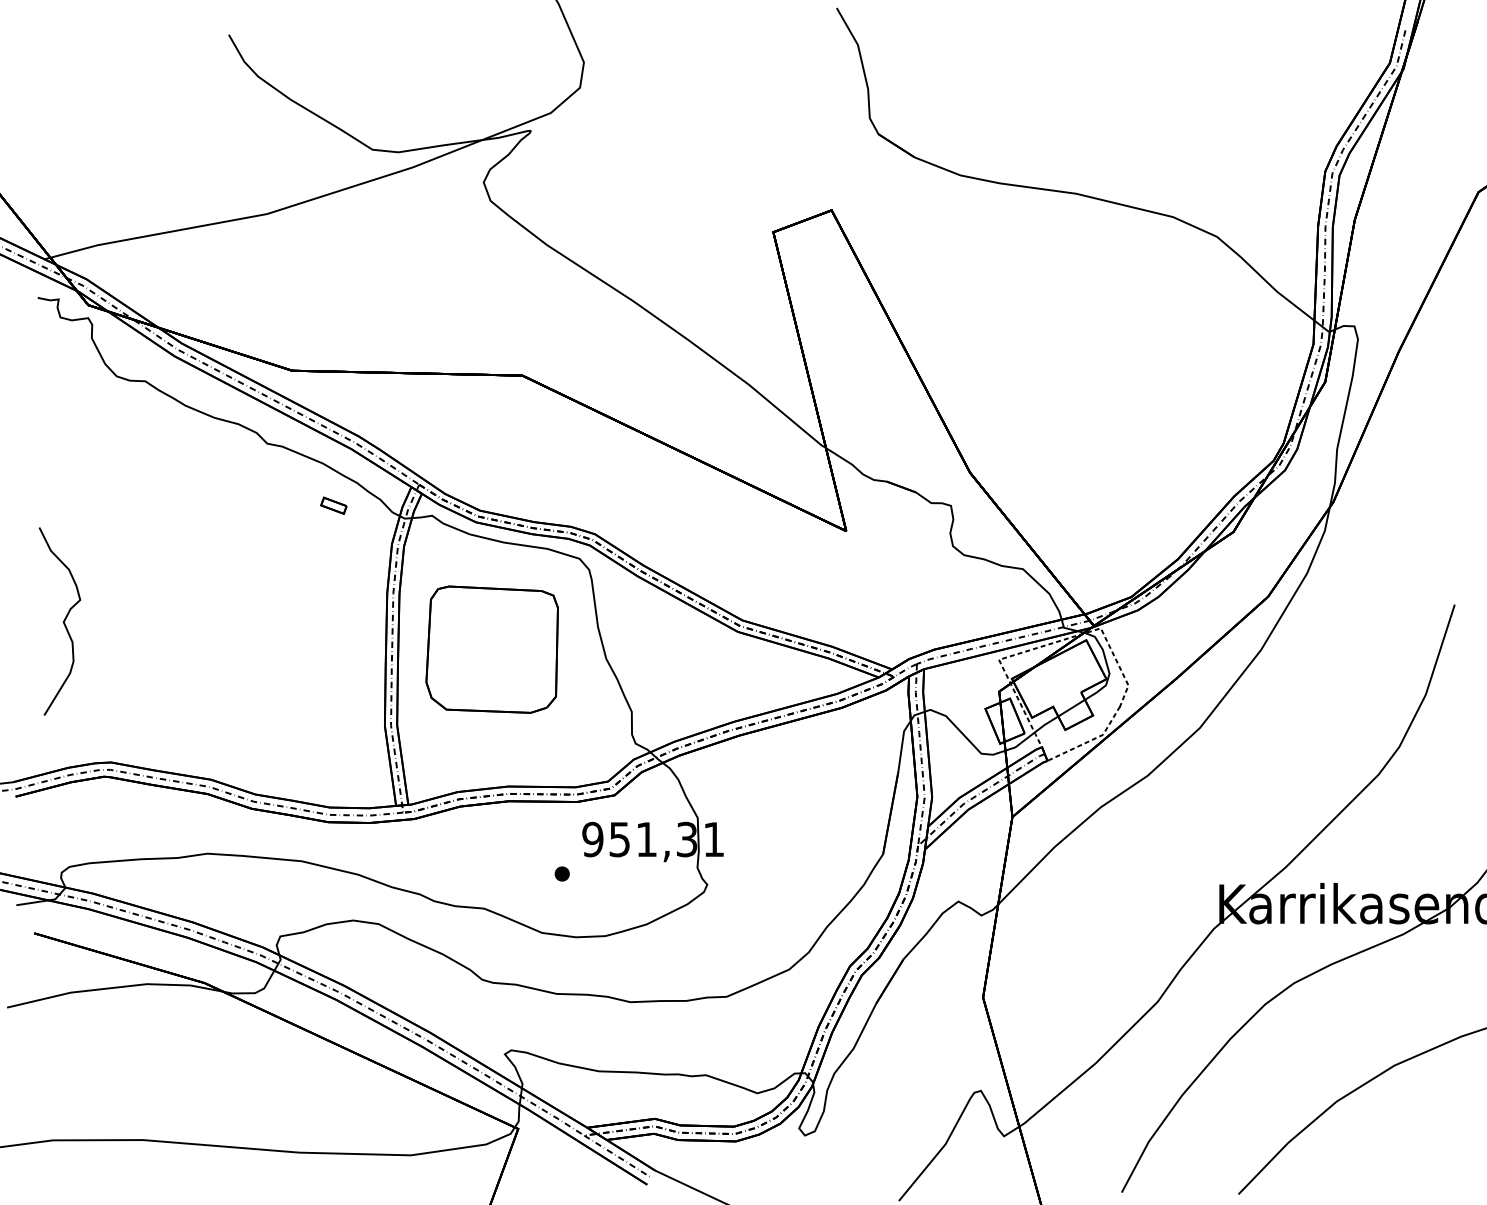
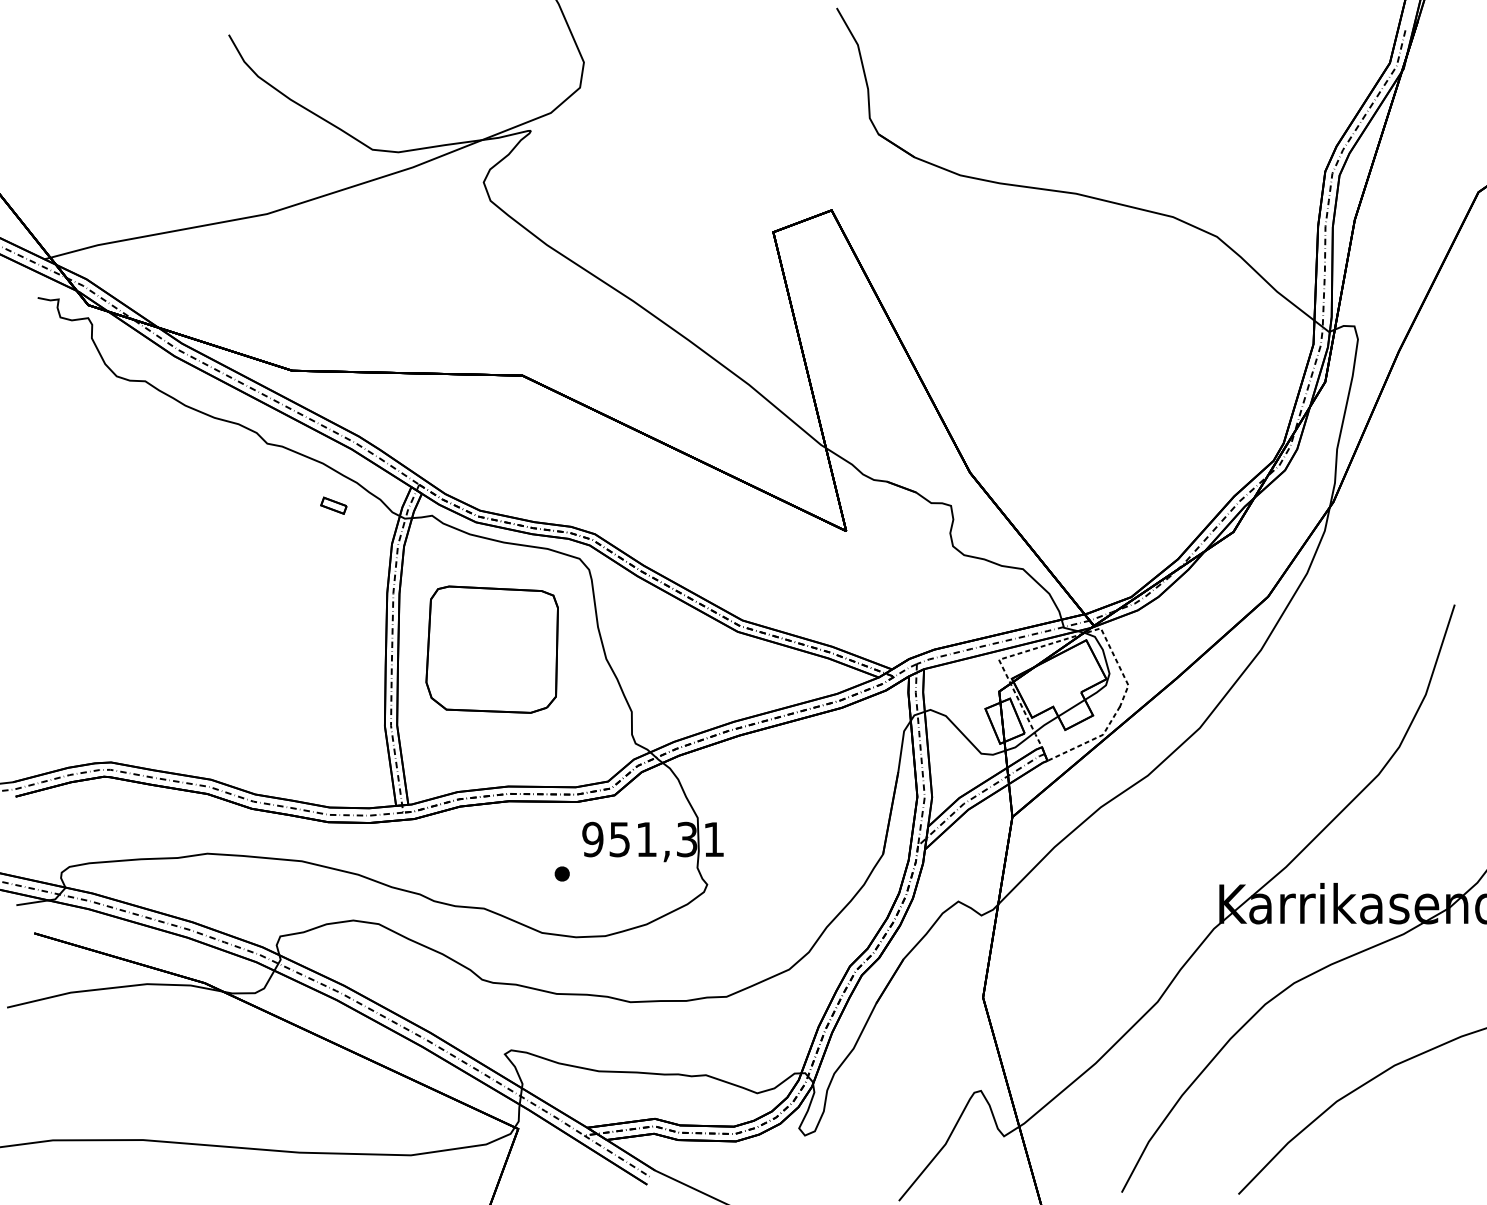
curve at (62, 622): present -> none
